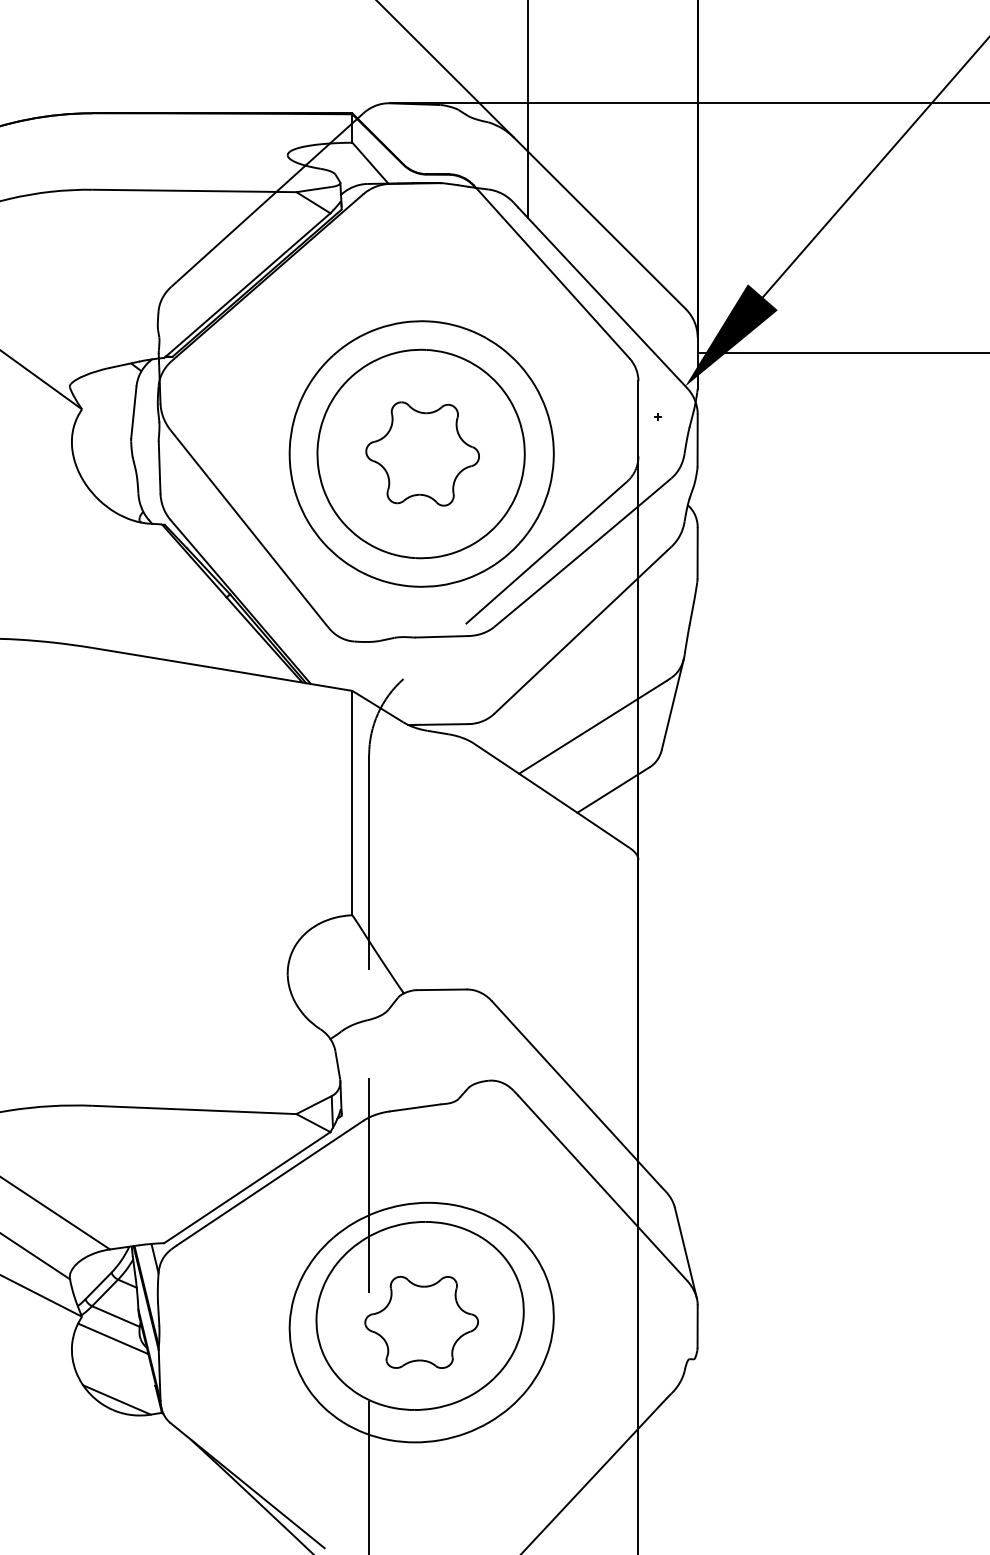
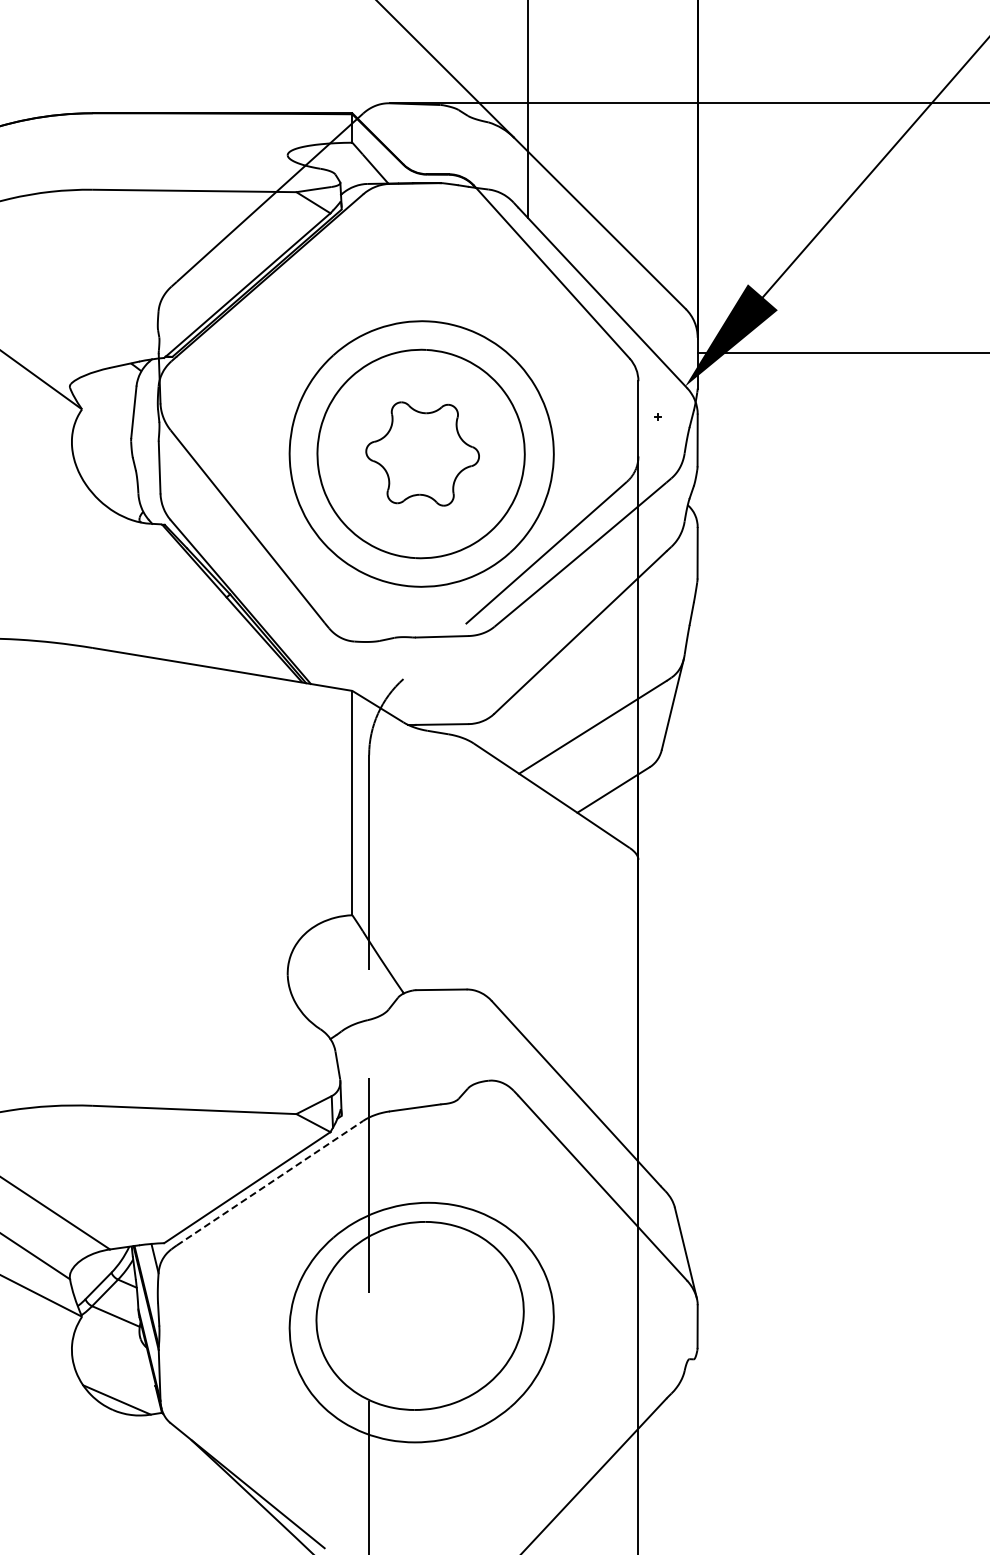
line at (270, 1182): solid -> dashed
part at (421, 1321): present -> none
line at (113, 1338): present -> none
